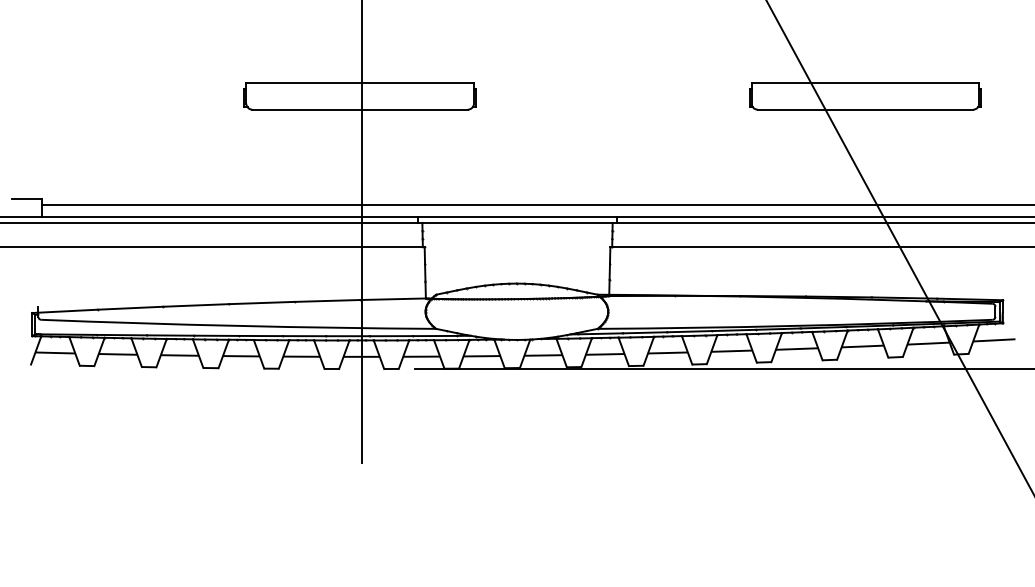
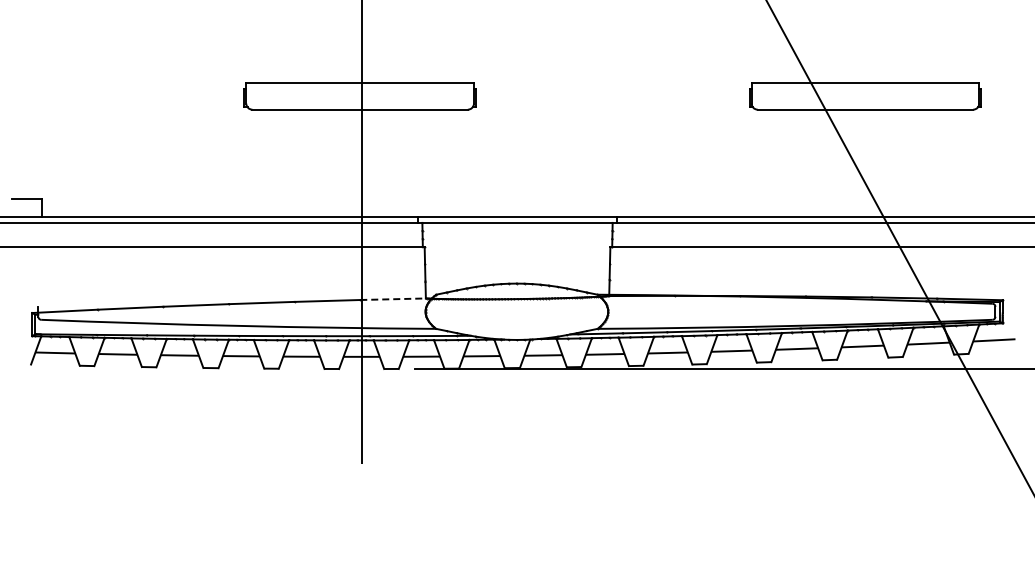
line at (536, 204): present -> none
line at (393, 299): solid -> dashed
